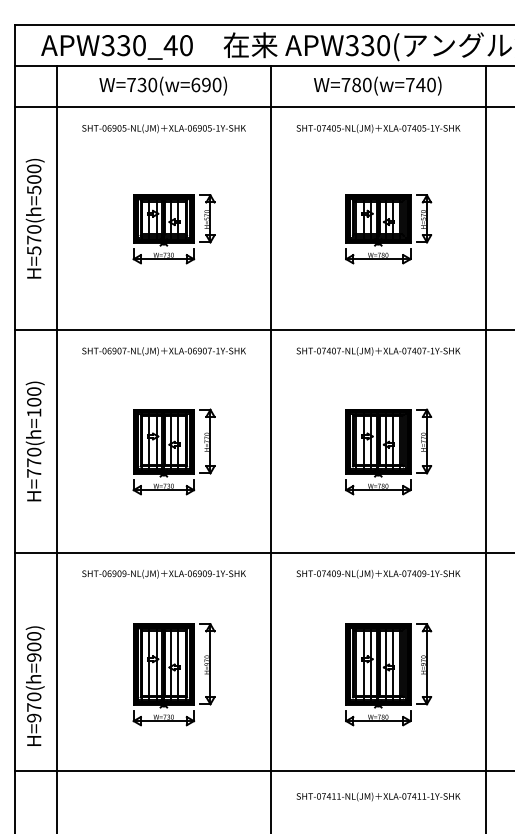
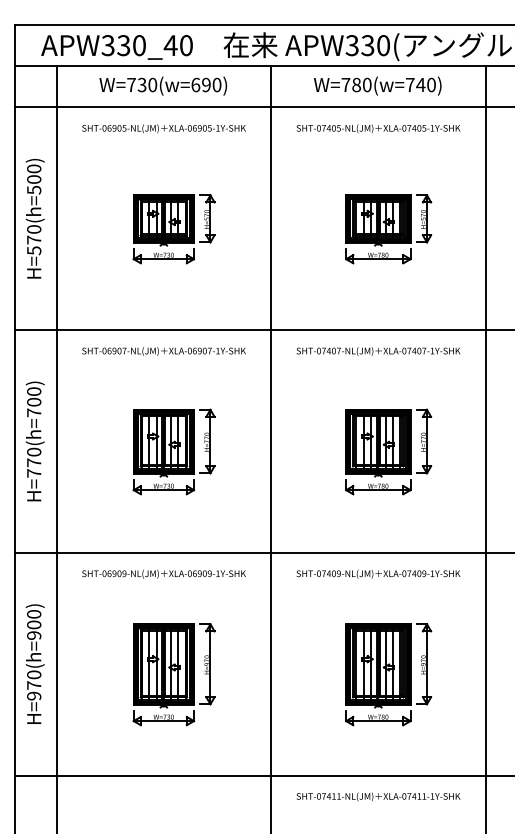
text at (34, 412): H=770(h=100) -> H=770(h=700)
text at (34, 685) position: (34, 685) -> (34, 663)
line at (263, 770) position: (263, 770) -> (263, 775)
